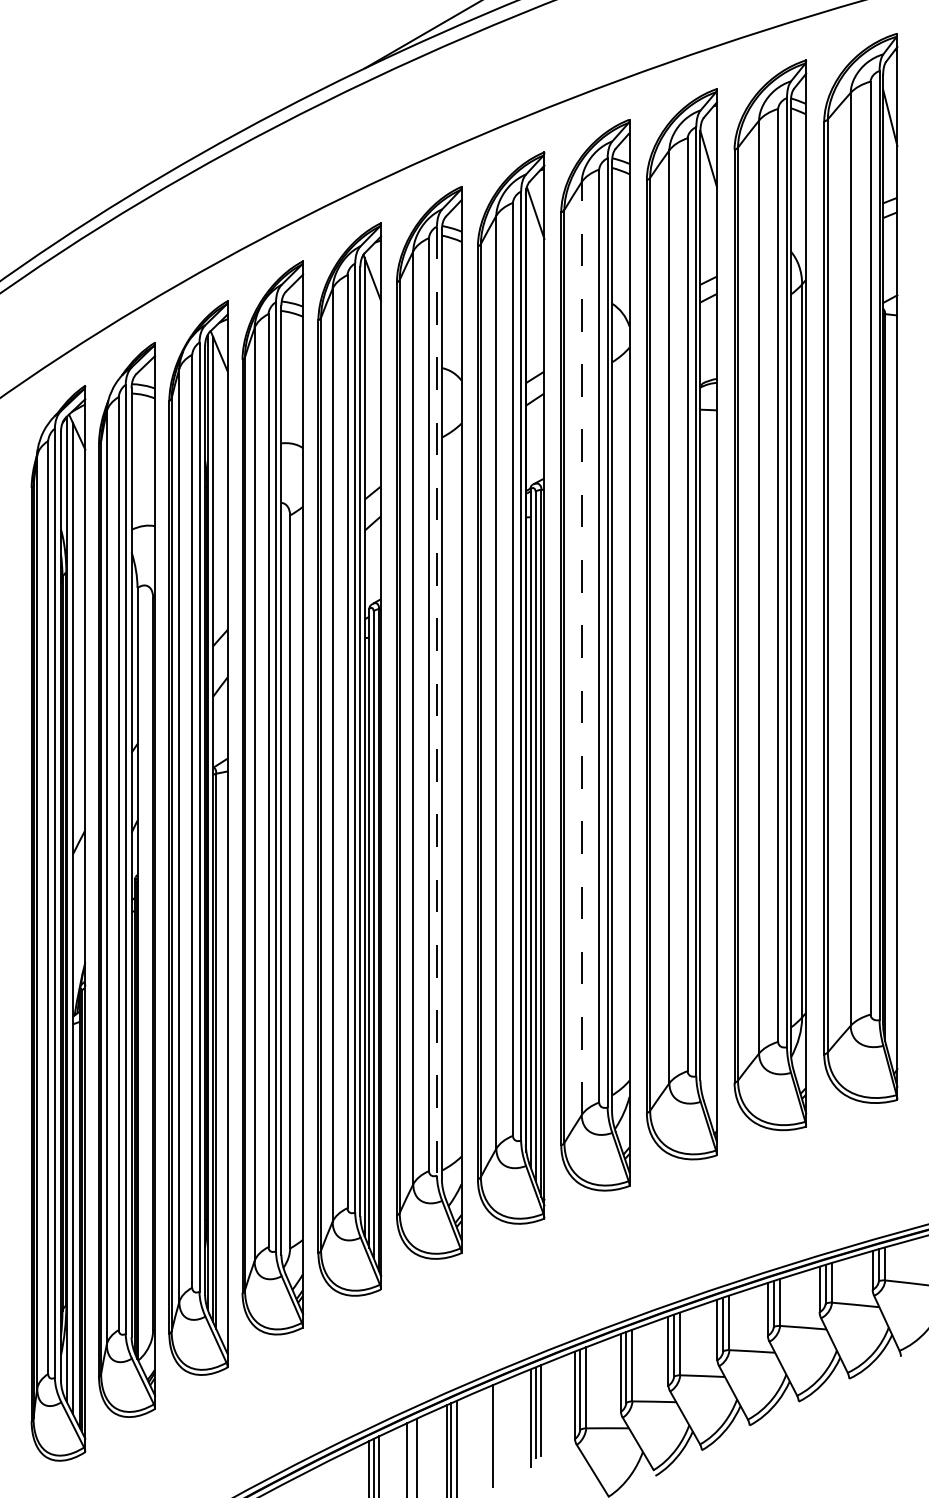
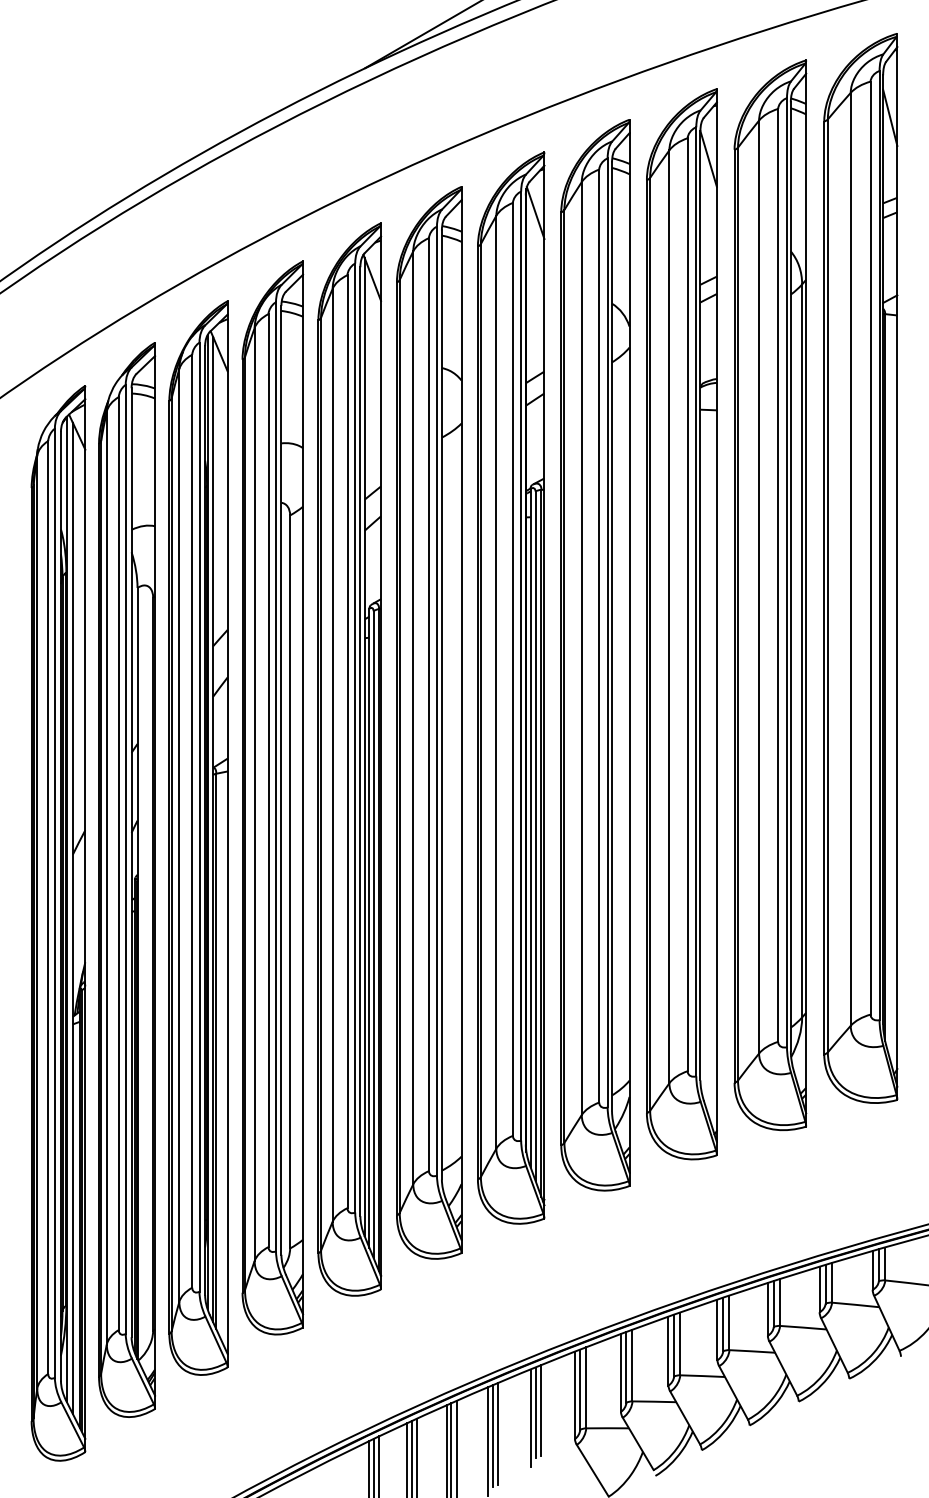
line at (581, 648): dashed -> solid
line at (436, 701): dashed -> solid
line at (498, 1433): none -> present
line at (487, 1440): none -> present
line at (411, 1457): none -> present
